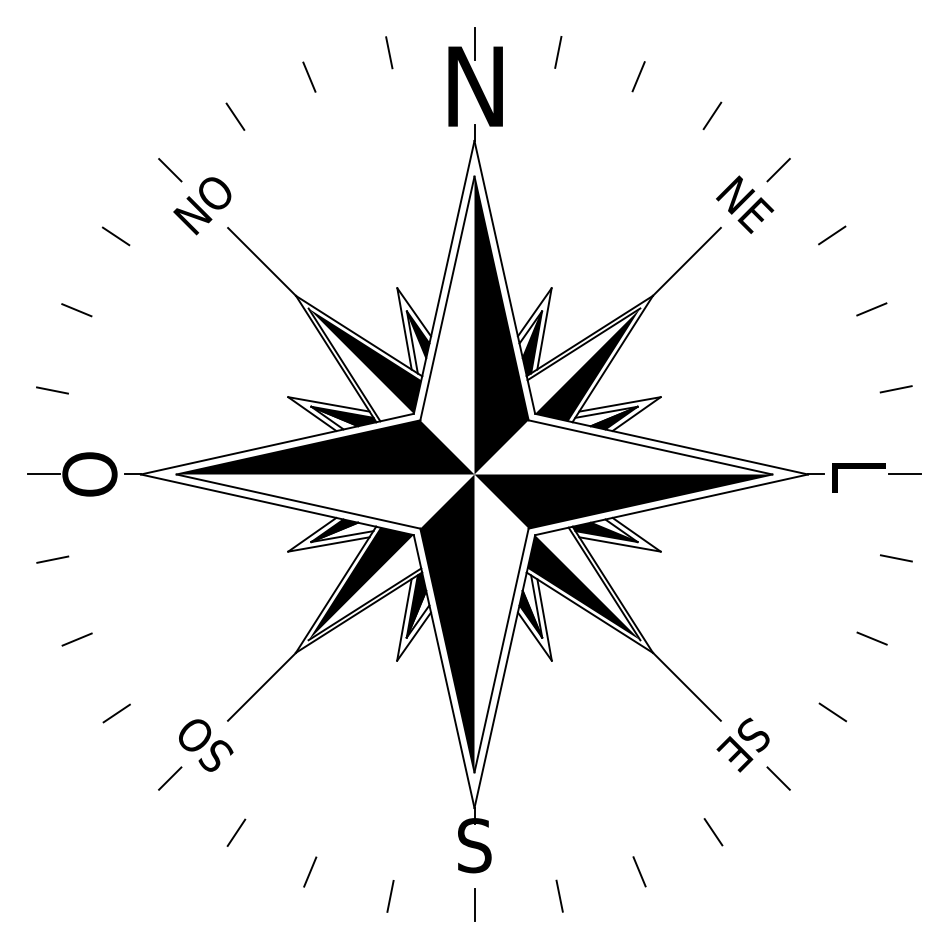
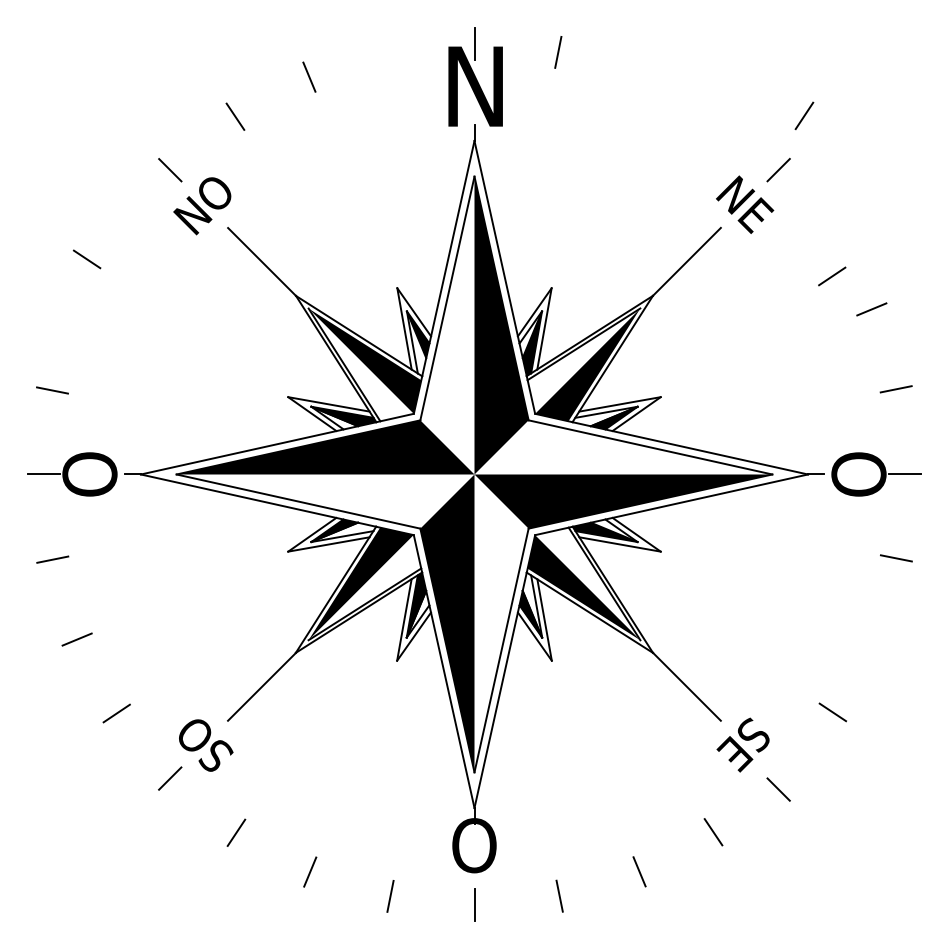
line at (389, 52): present -> none
line at (638, 76): present -> none
line at (712, 115) position: (712, 115) -> (804, 115)
line at (832, 235) position: (832, 235) -> (832, 276)
line at (115, 236) position: (115, 236) -> (86, 259)
line at (76, 310): present -> none
text at (858, 474): L -> O
line at (871, 638): present -> none
line at (778, 778) position: (778, 778) -> (778, 789)
text at (474, 845): S -> O
